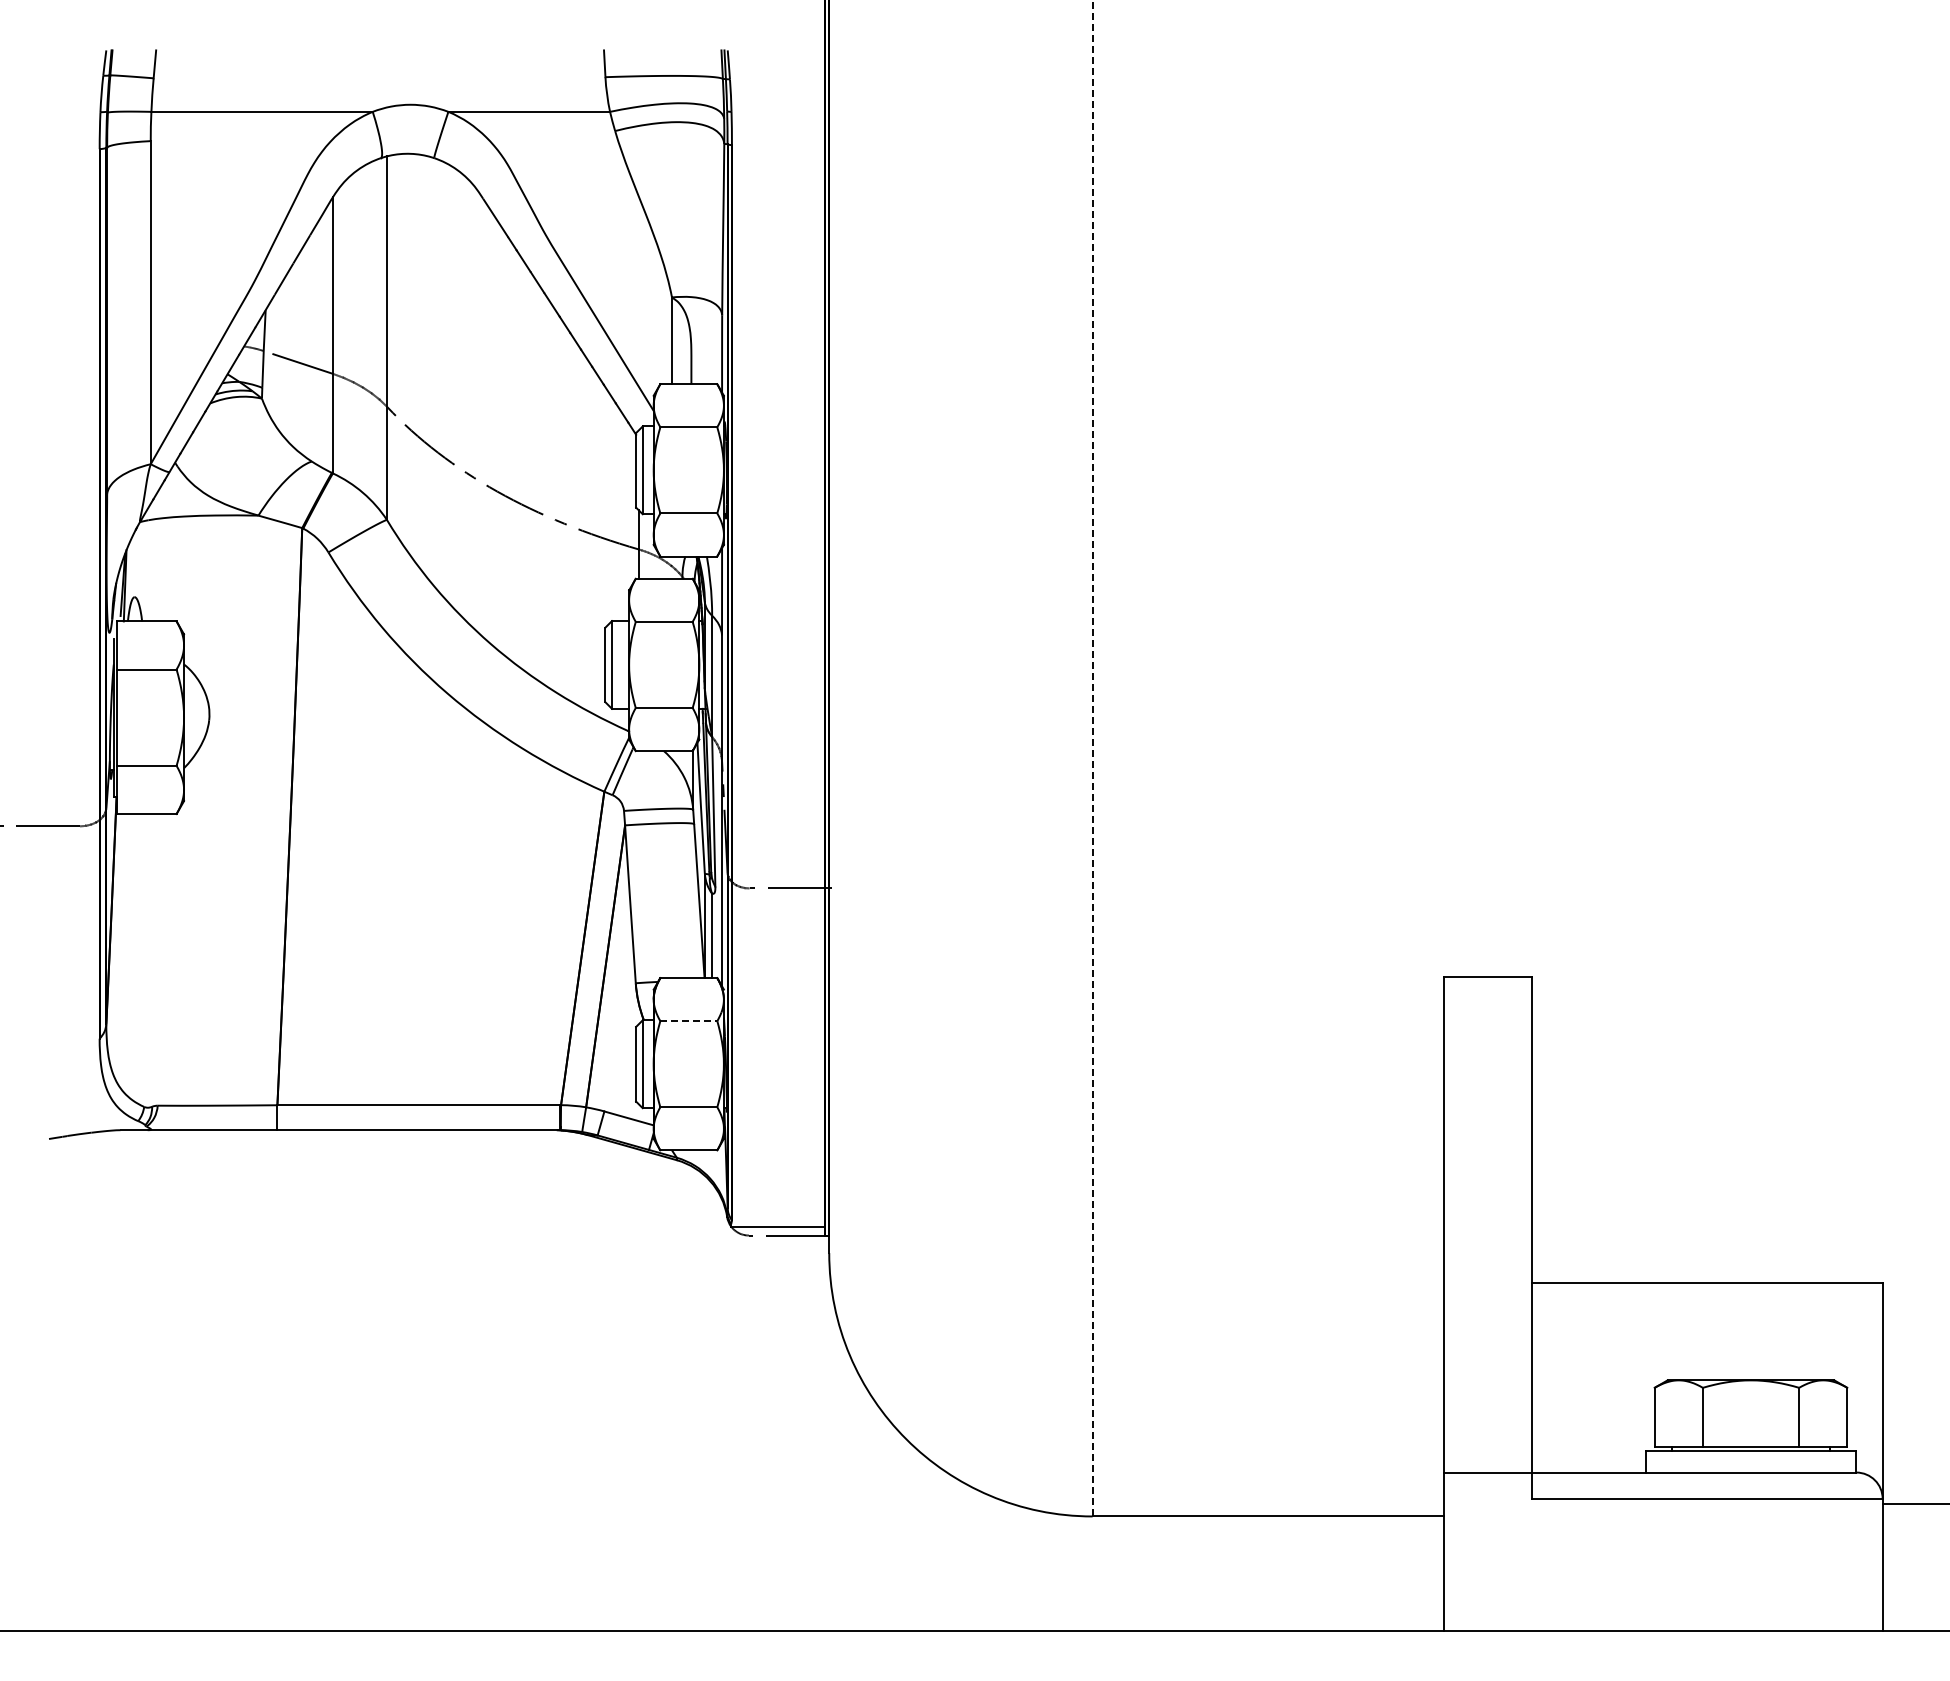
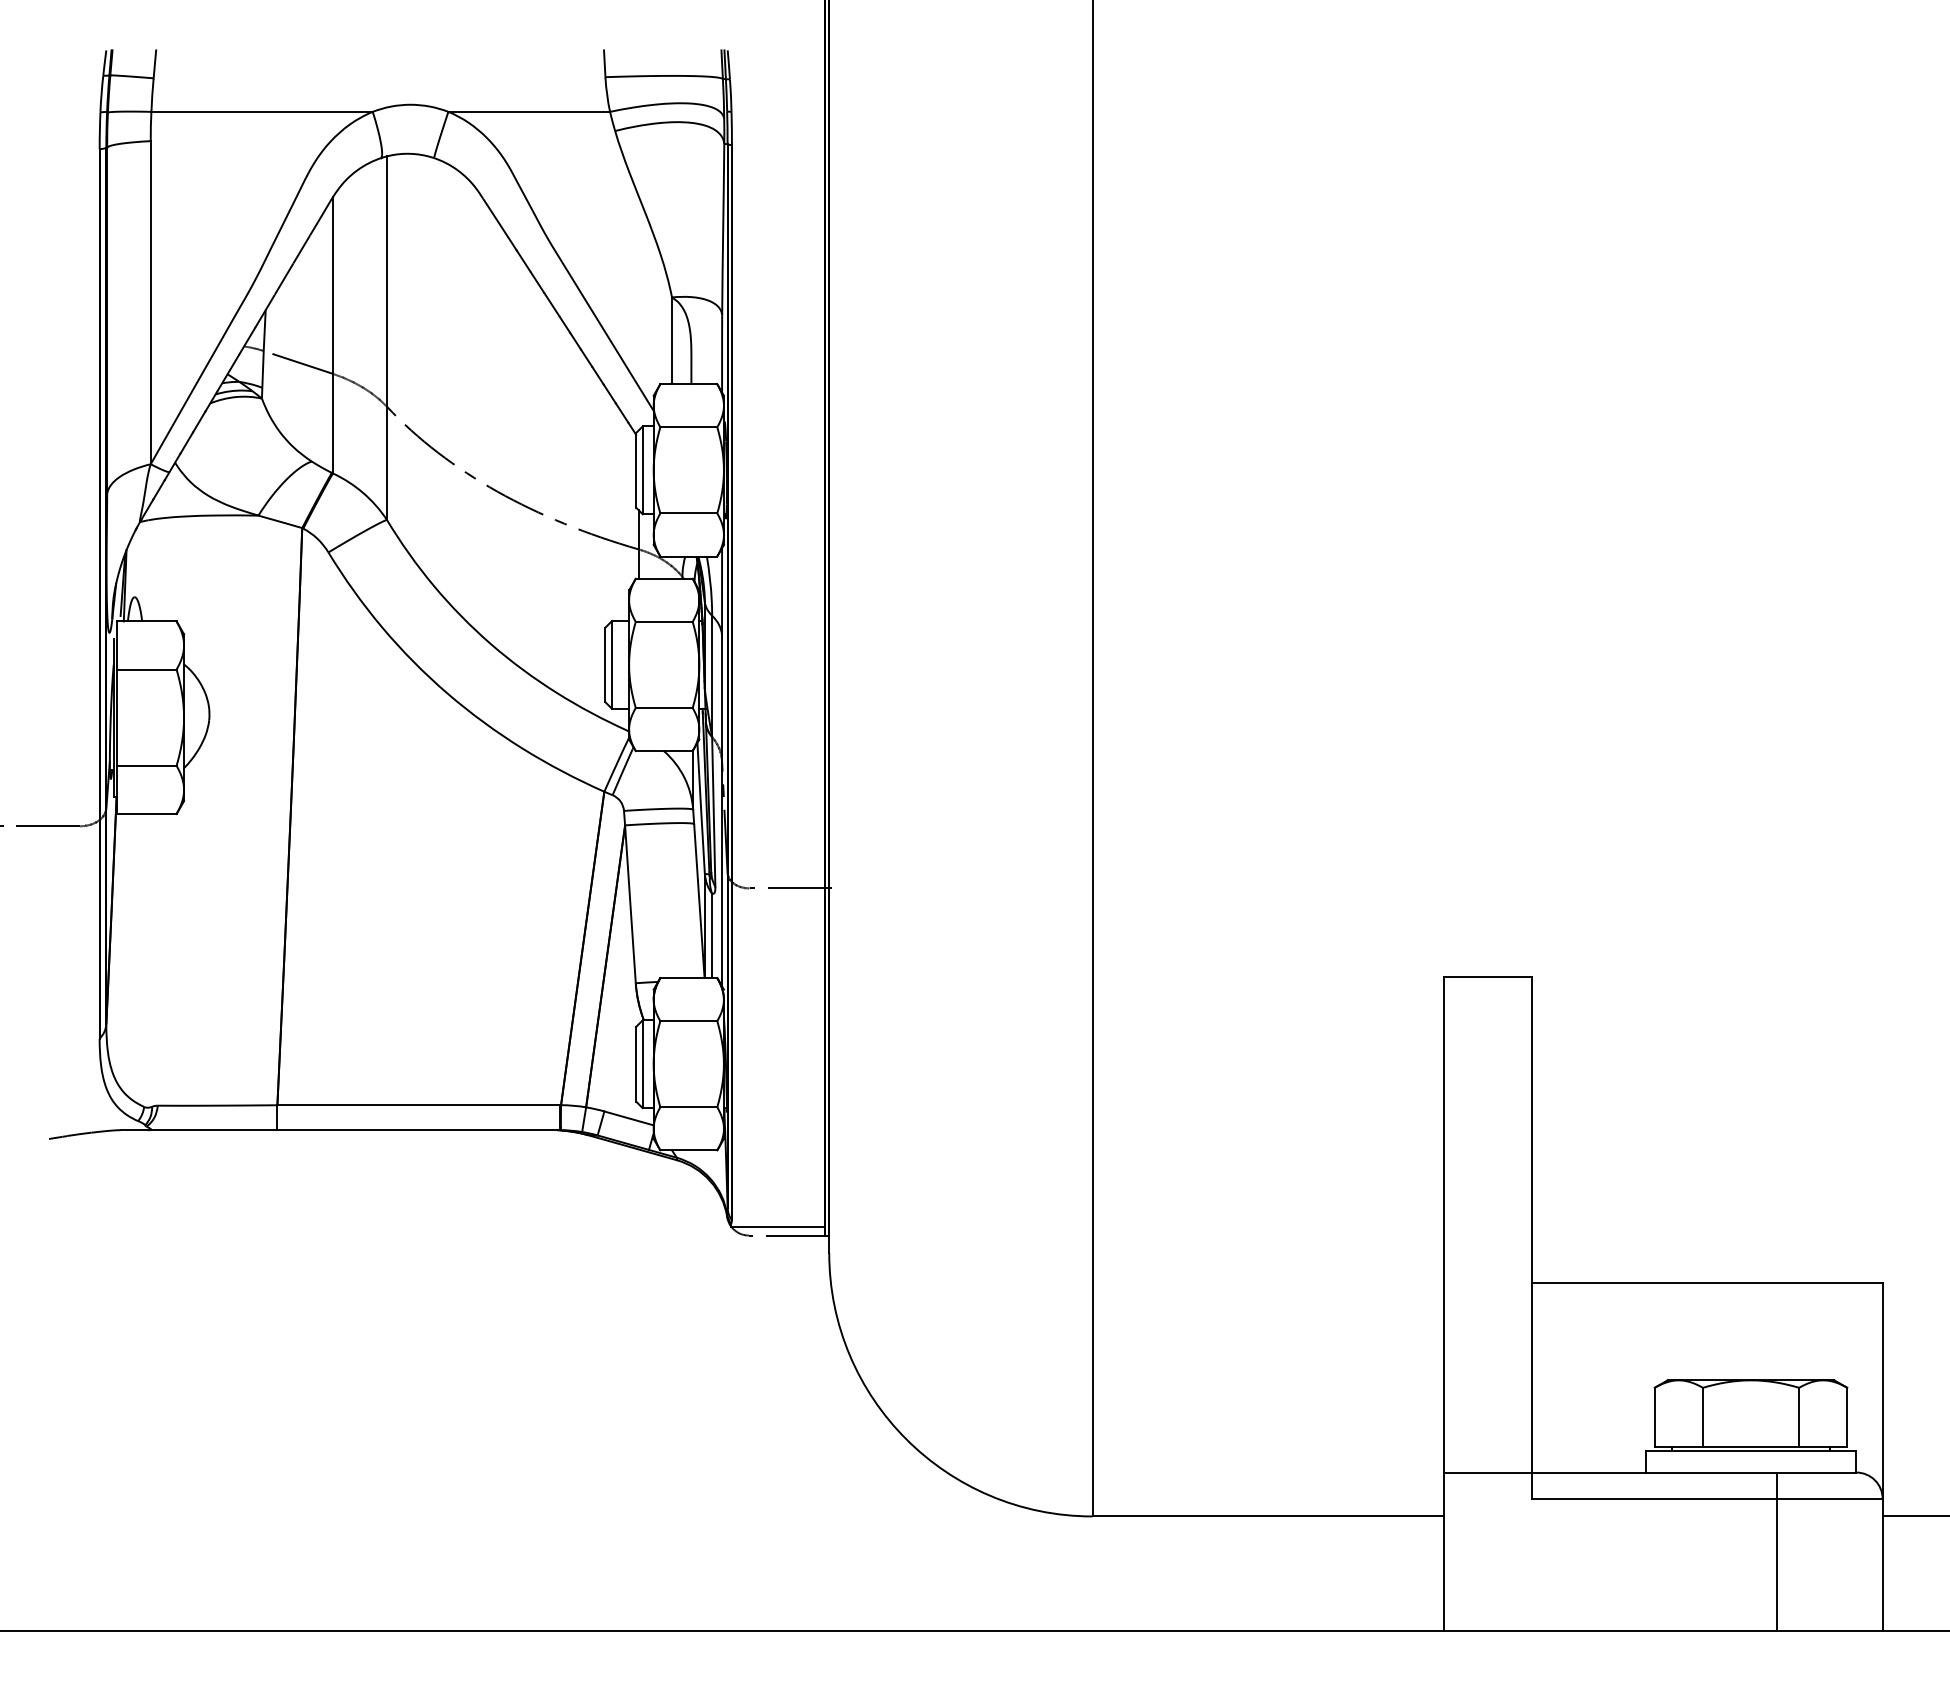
line at (1092, 758): dashed -> solid
line at (689, 1021): dashed -> solid
line at (1914, 1504) position: (1914, 1504) -> (1914, 1516)
line at (1777, 1551): none -> present
